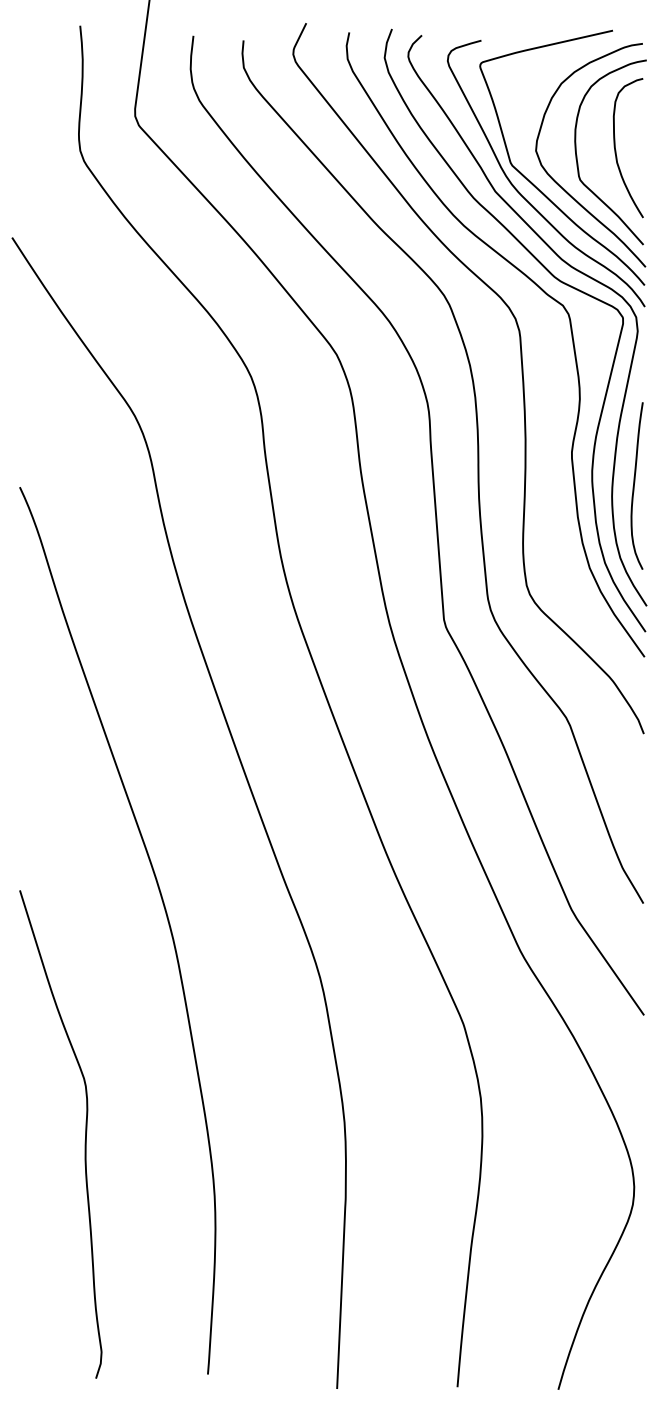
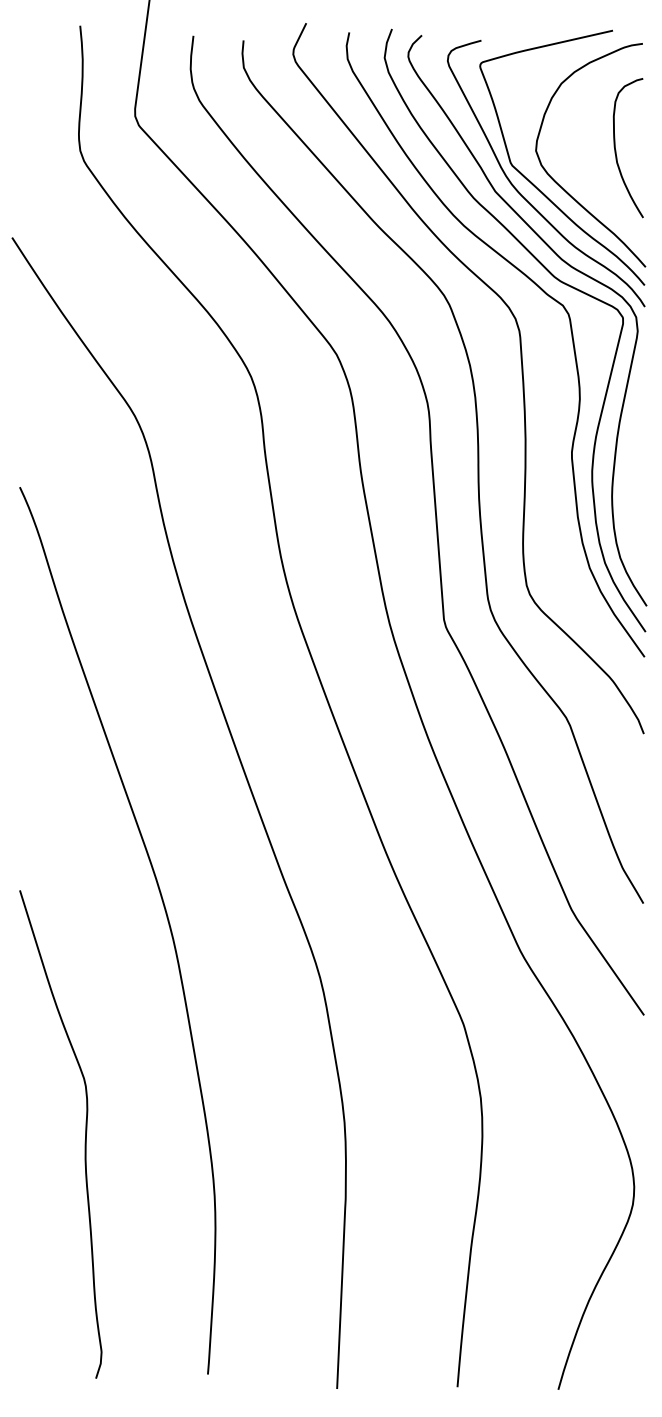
curve at (577, 155): present -> none
curve at (634, 485): present -> none
